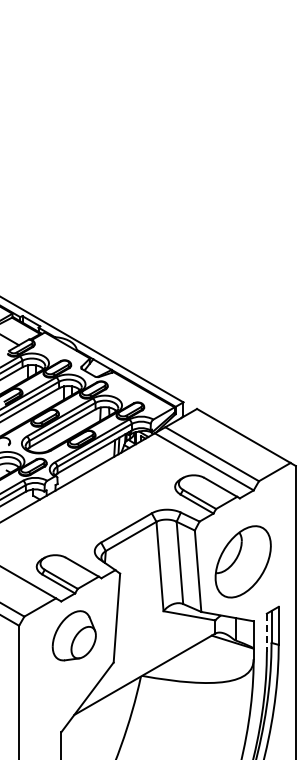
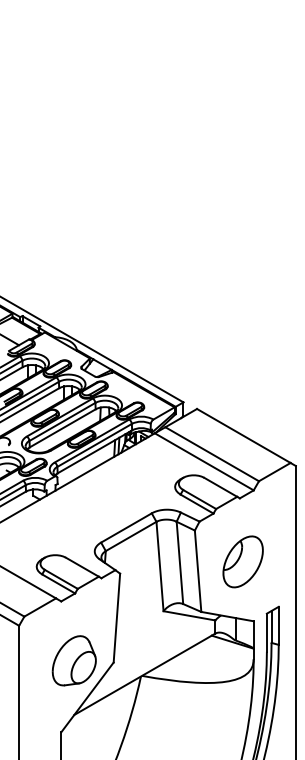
part at (242, 561) size: 58x74 px -> 42x54 px
line at (266, 633): dashed -> solid
part at (73, 635) position: (73, 635) -> (73, 660)
